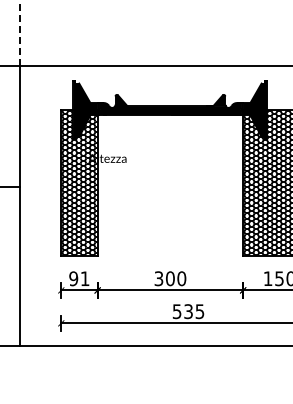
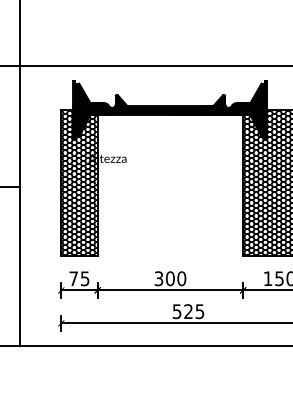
line at (19, 32): dashed -> solid
text at (79, 278): 91 -> 75
text at (188, 311): 535 -> 525
